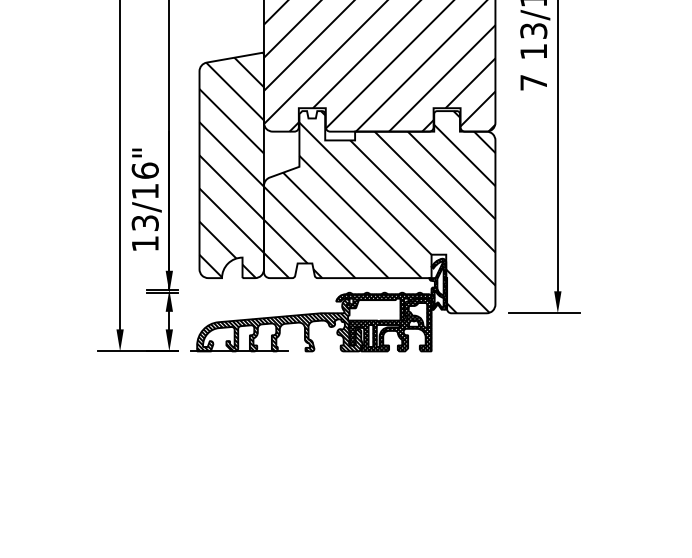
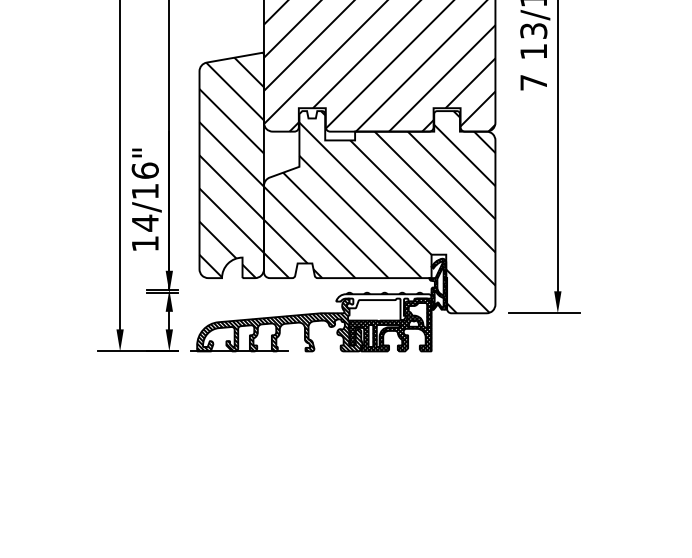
text at (144, 222): 13/16" -> 14/16"
hatch at (383, 307): present -> none
